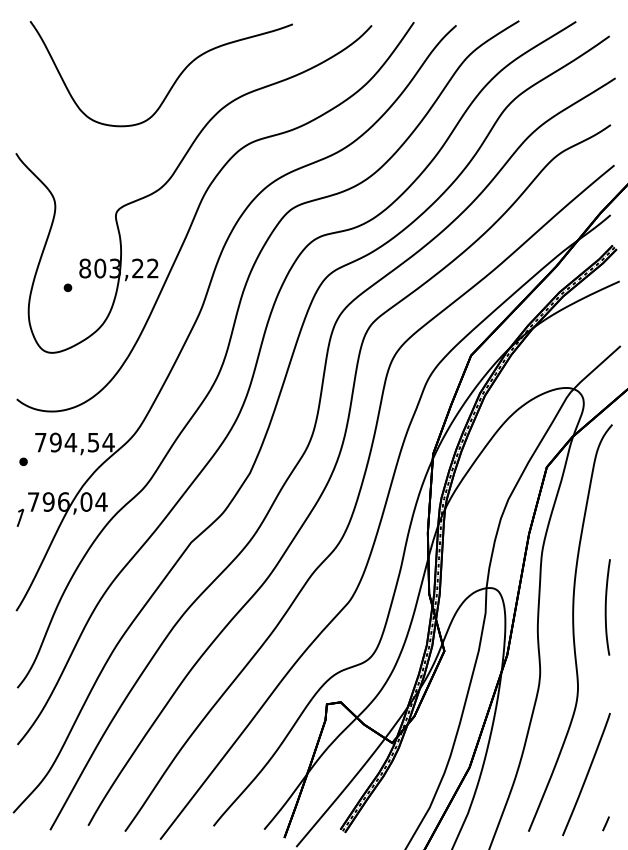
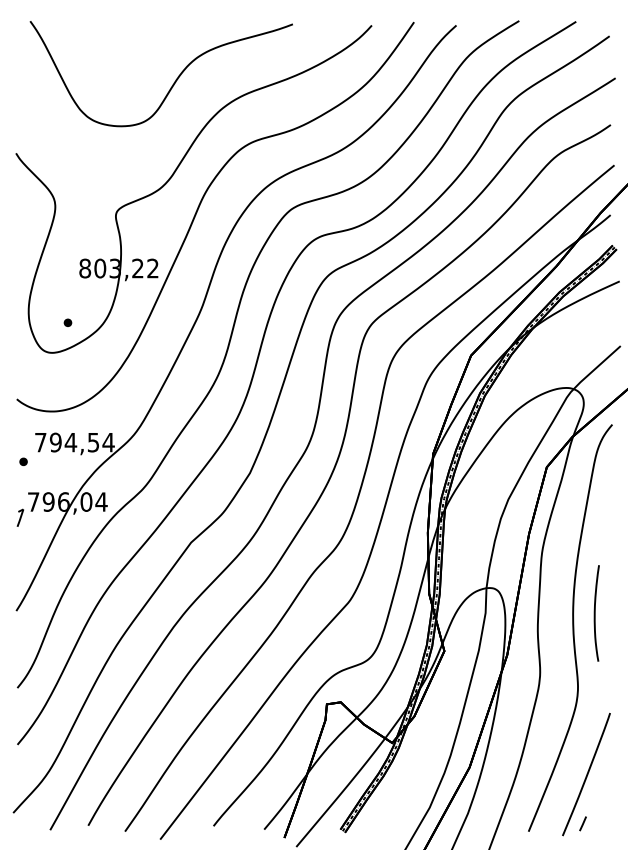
part at (67, 287) position: (67, 287) -> (67, 322)
curve at (606, 607) position: (606, 607) -> (595, 613)
line at (605, 823) position: (605, 823) -> (582, 823)
